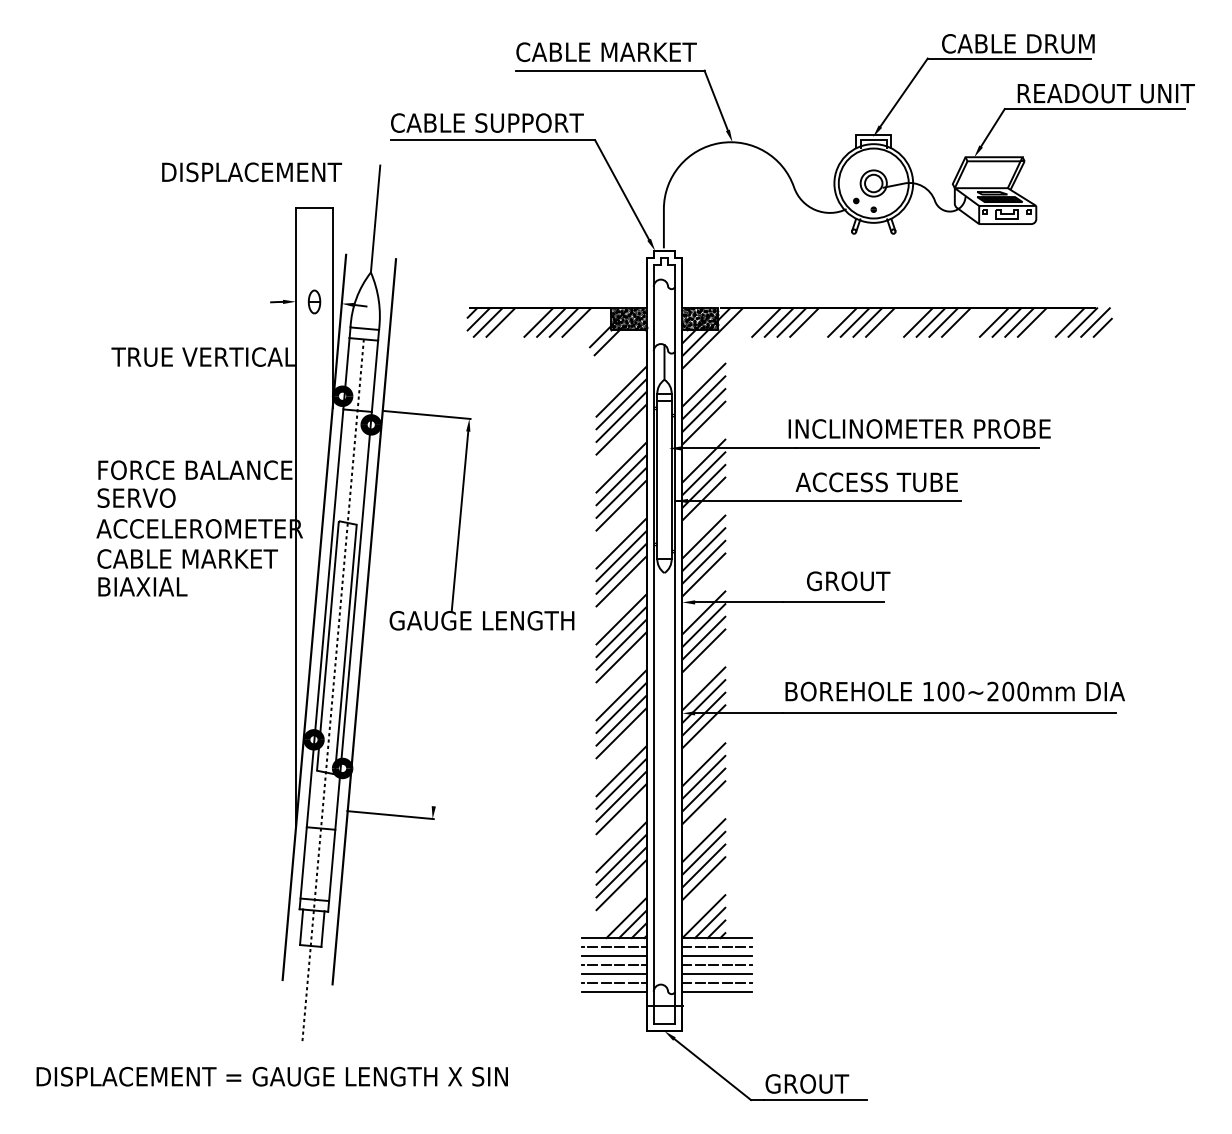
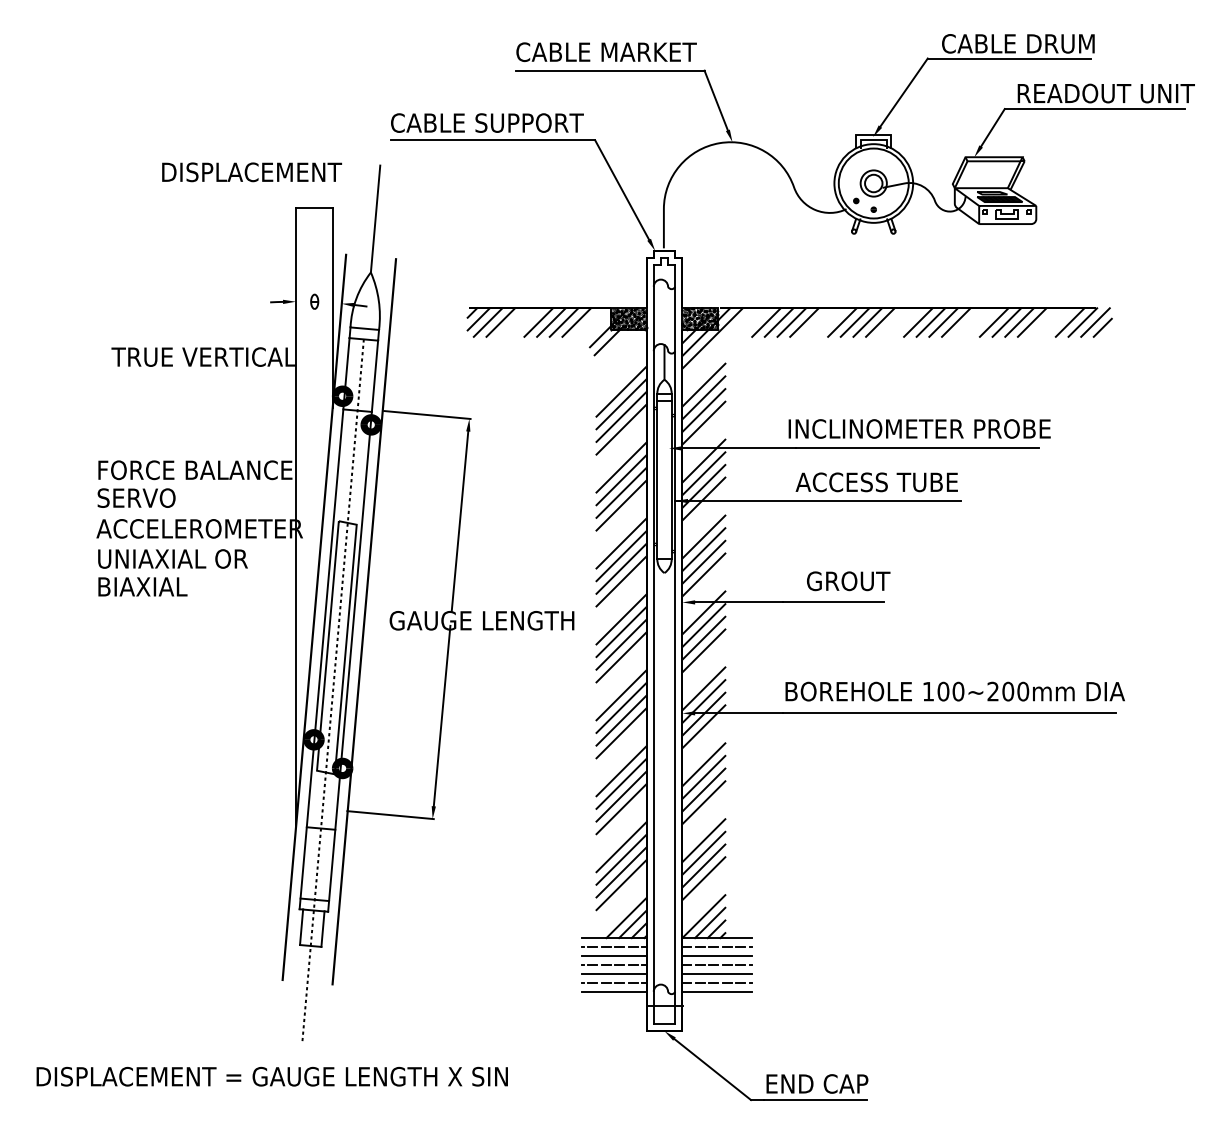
part at (314, 301) size: 15x26 px -> 10x17 px
text at (187, 558): CABLE MARKET -> UNIAXIAL OR
line at (441, 715): none -> present
text at (816, 1083): GROUT -> END CAP
